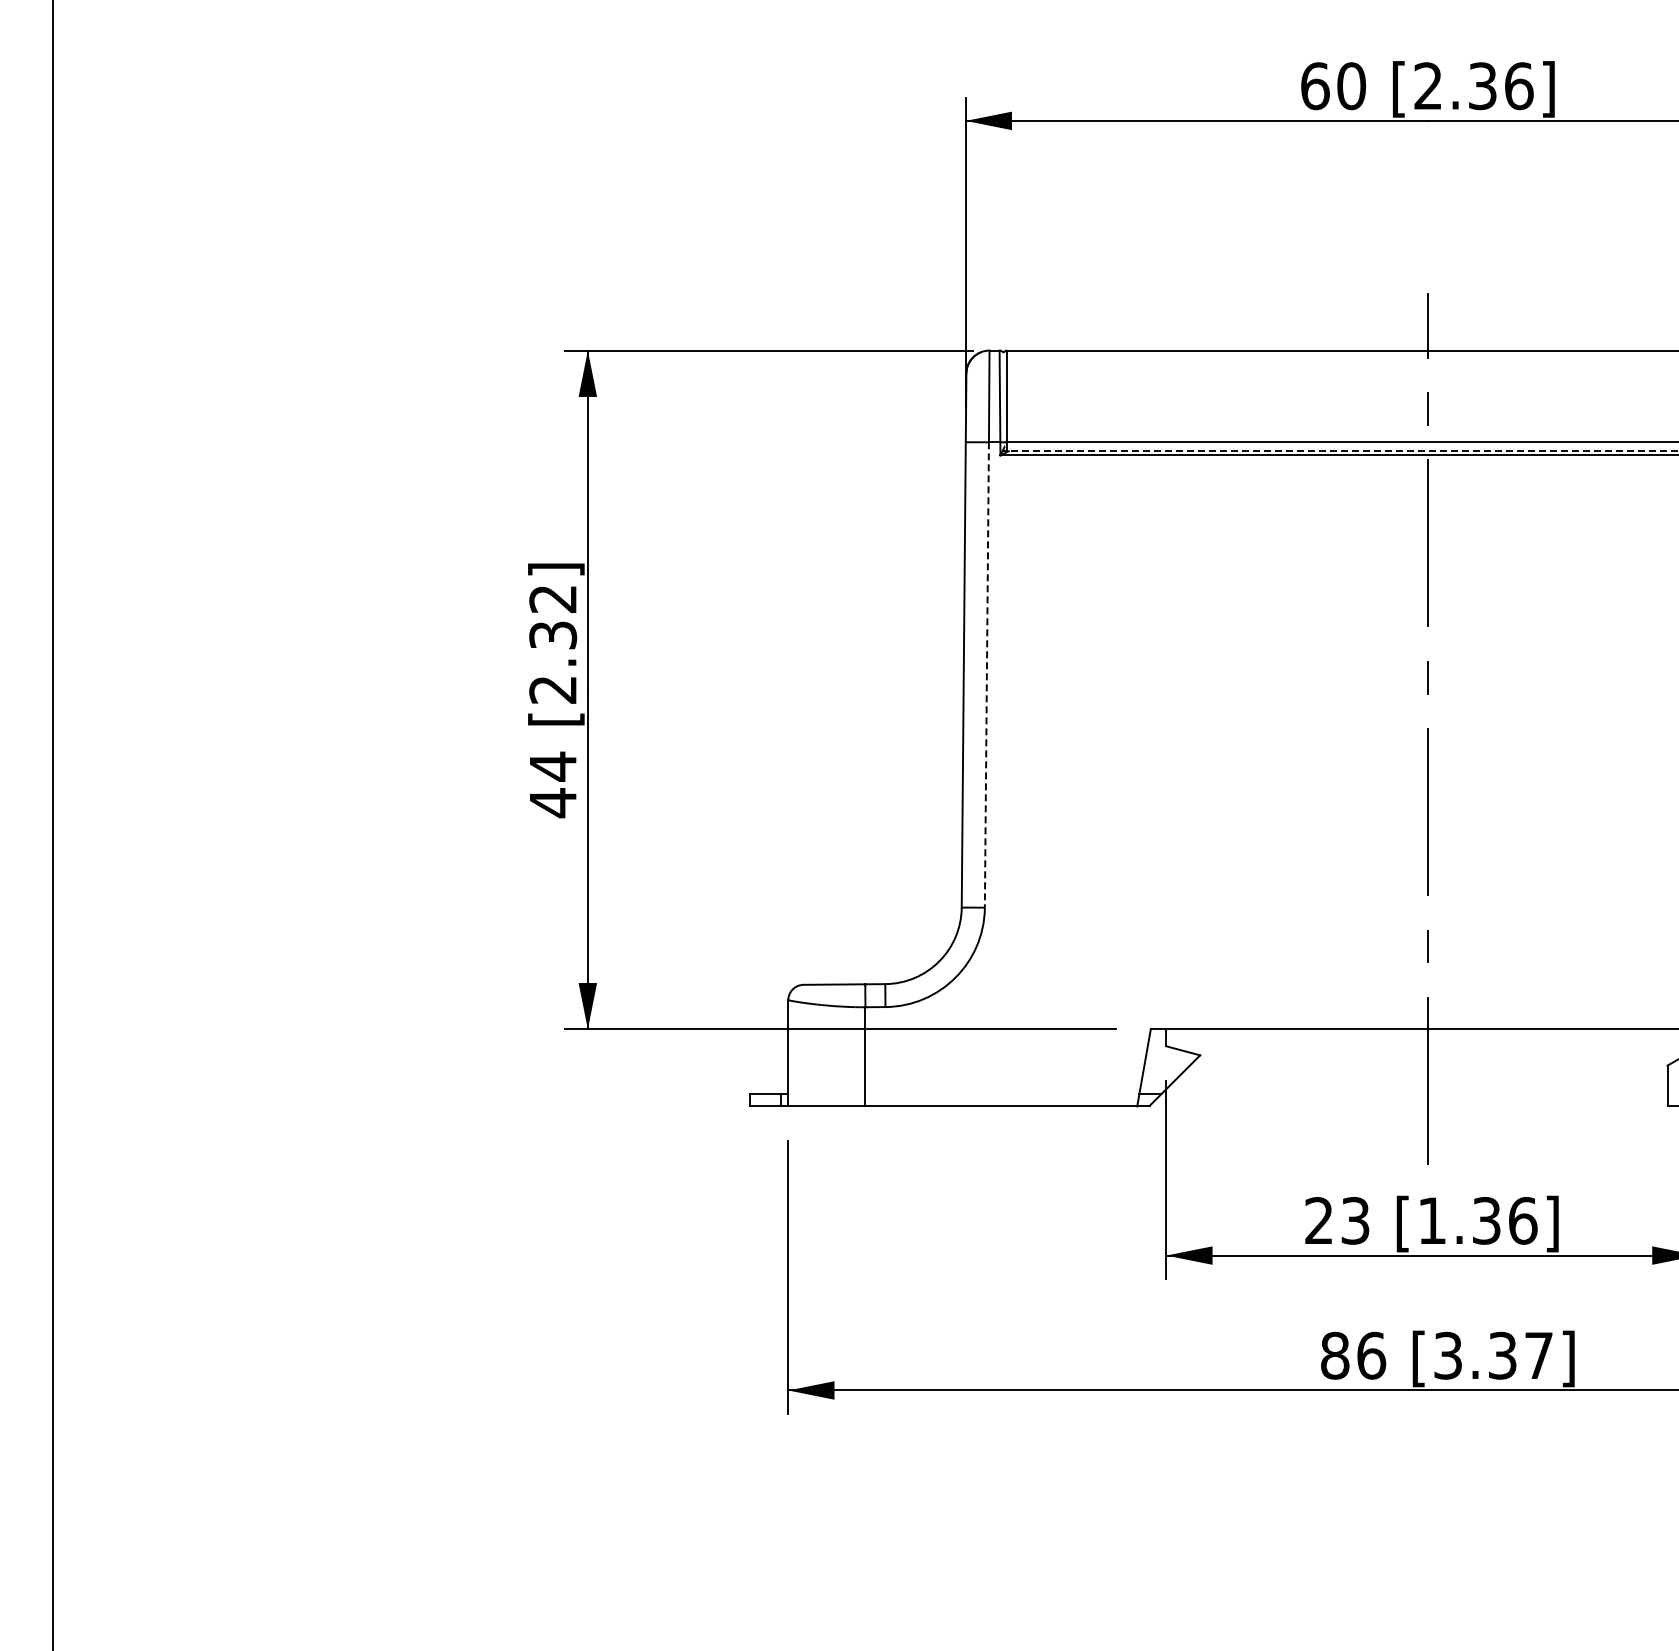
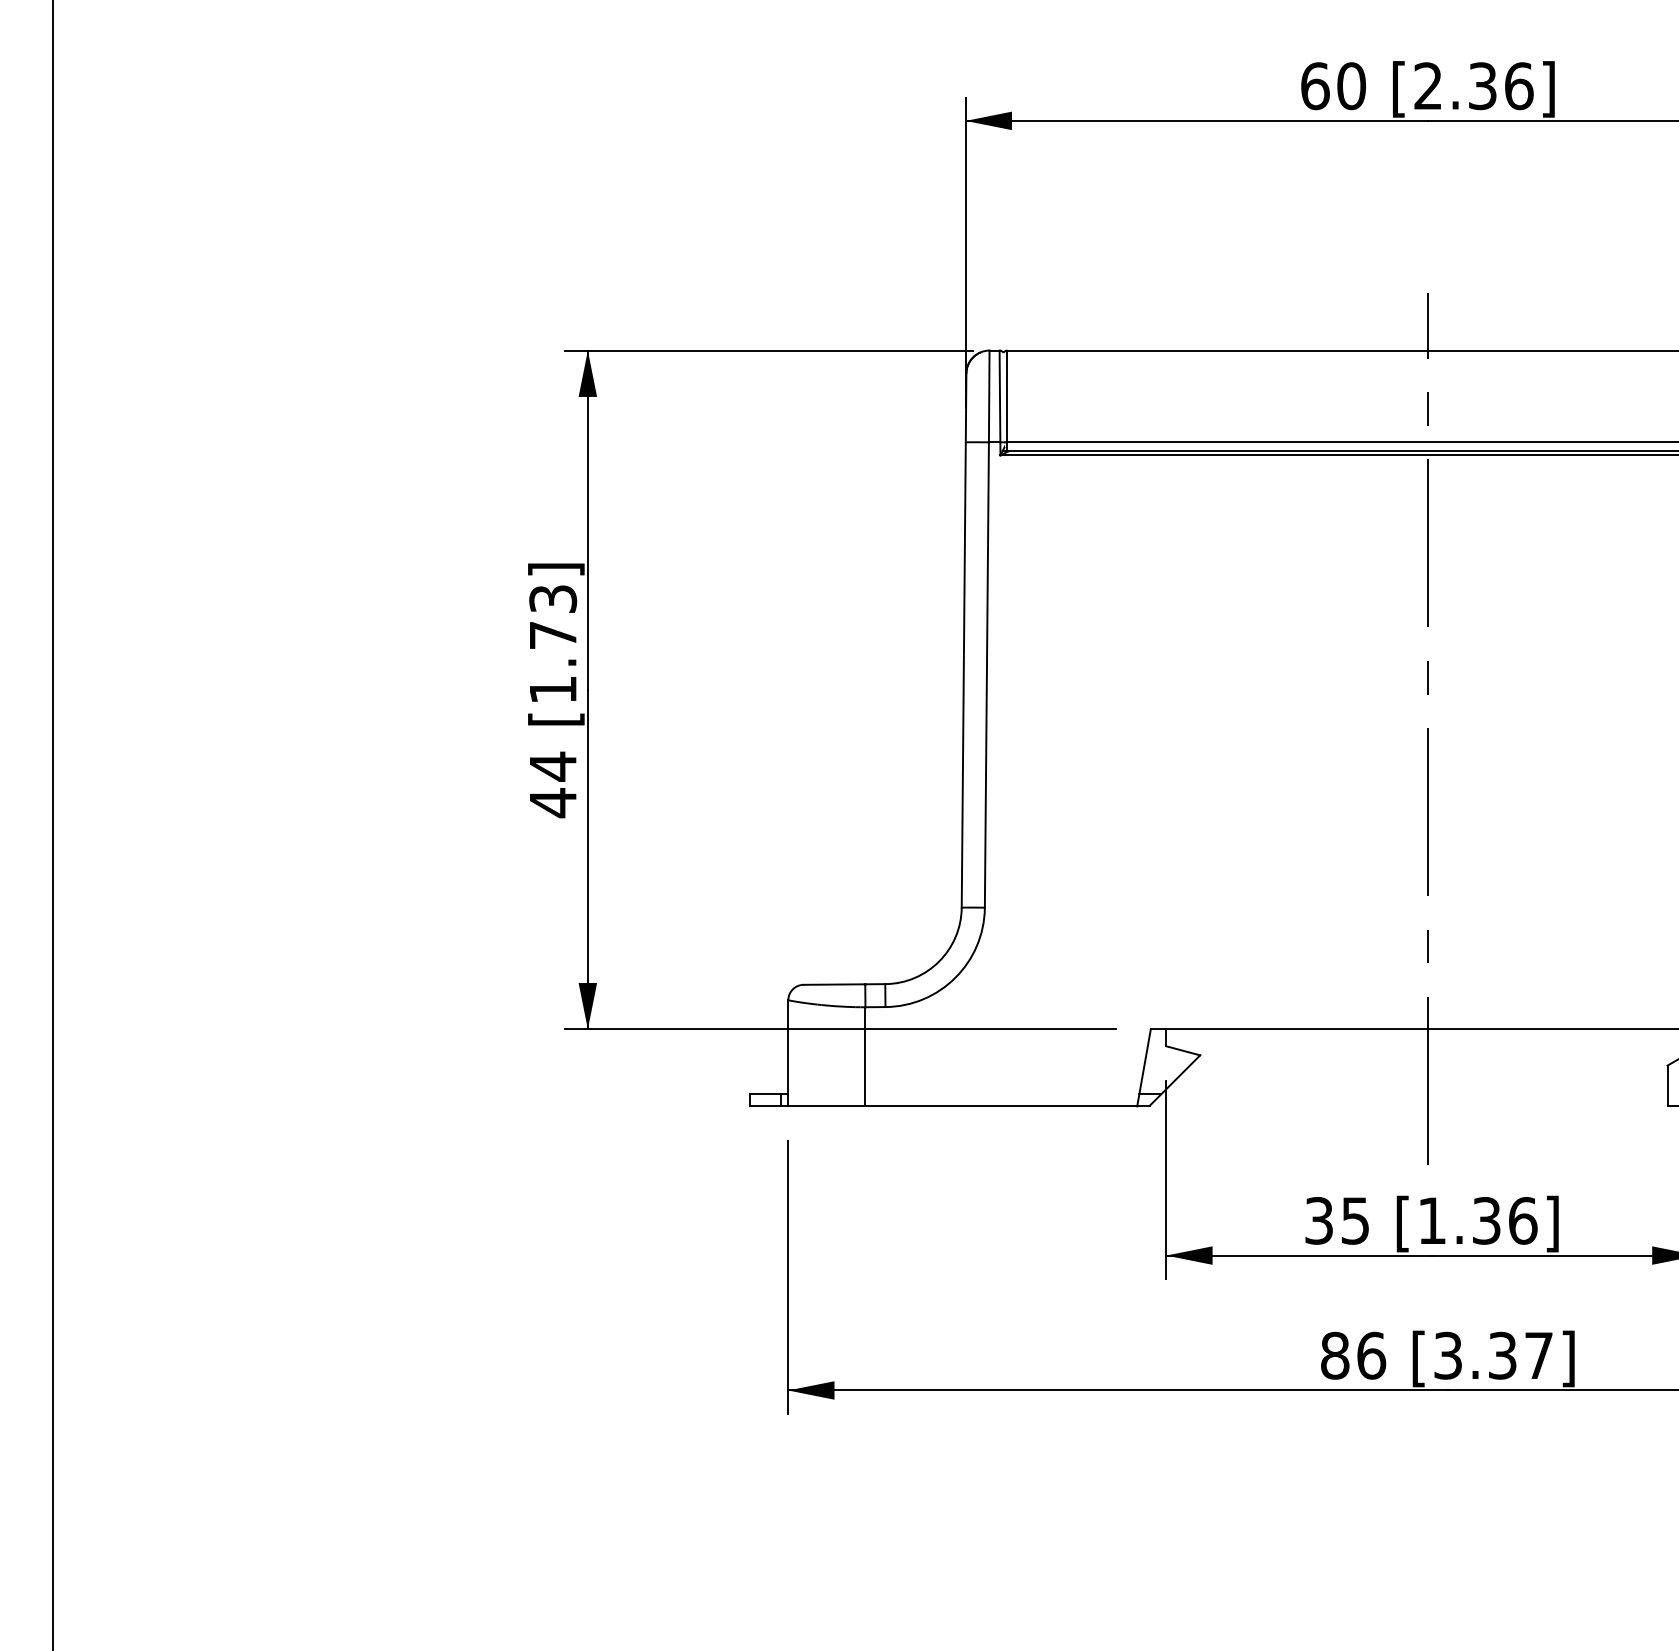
line at (1340, 450): dashed -> solid
text at (553, 644): [2.32] -> [1.73]
line at (986, 675): dashed -> solid
text at (1337, 1220): 23 -> 35
